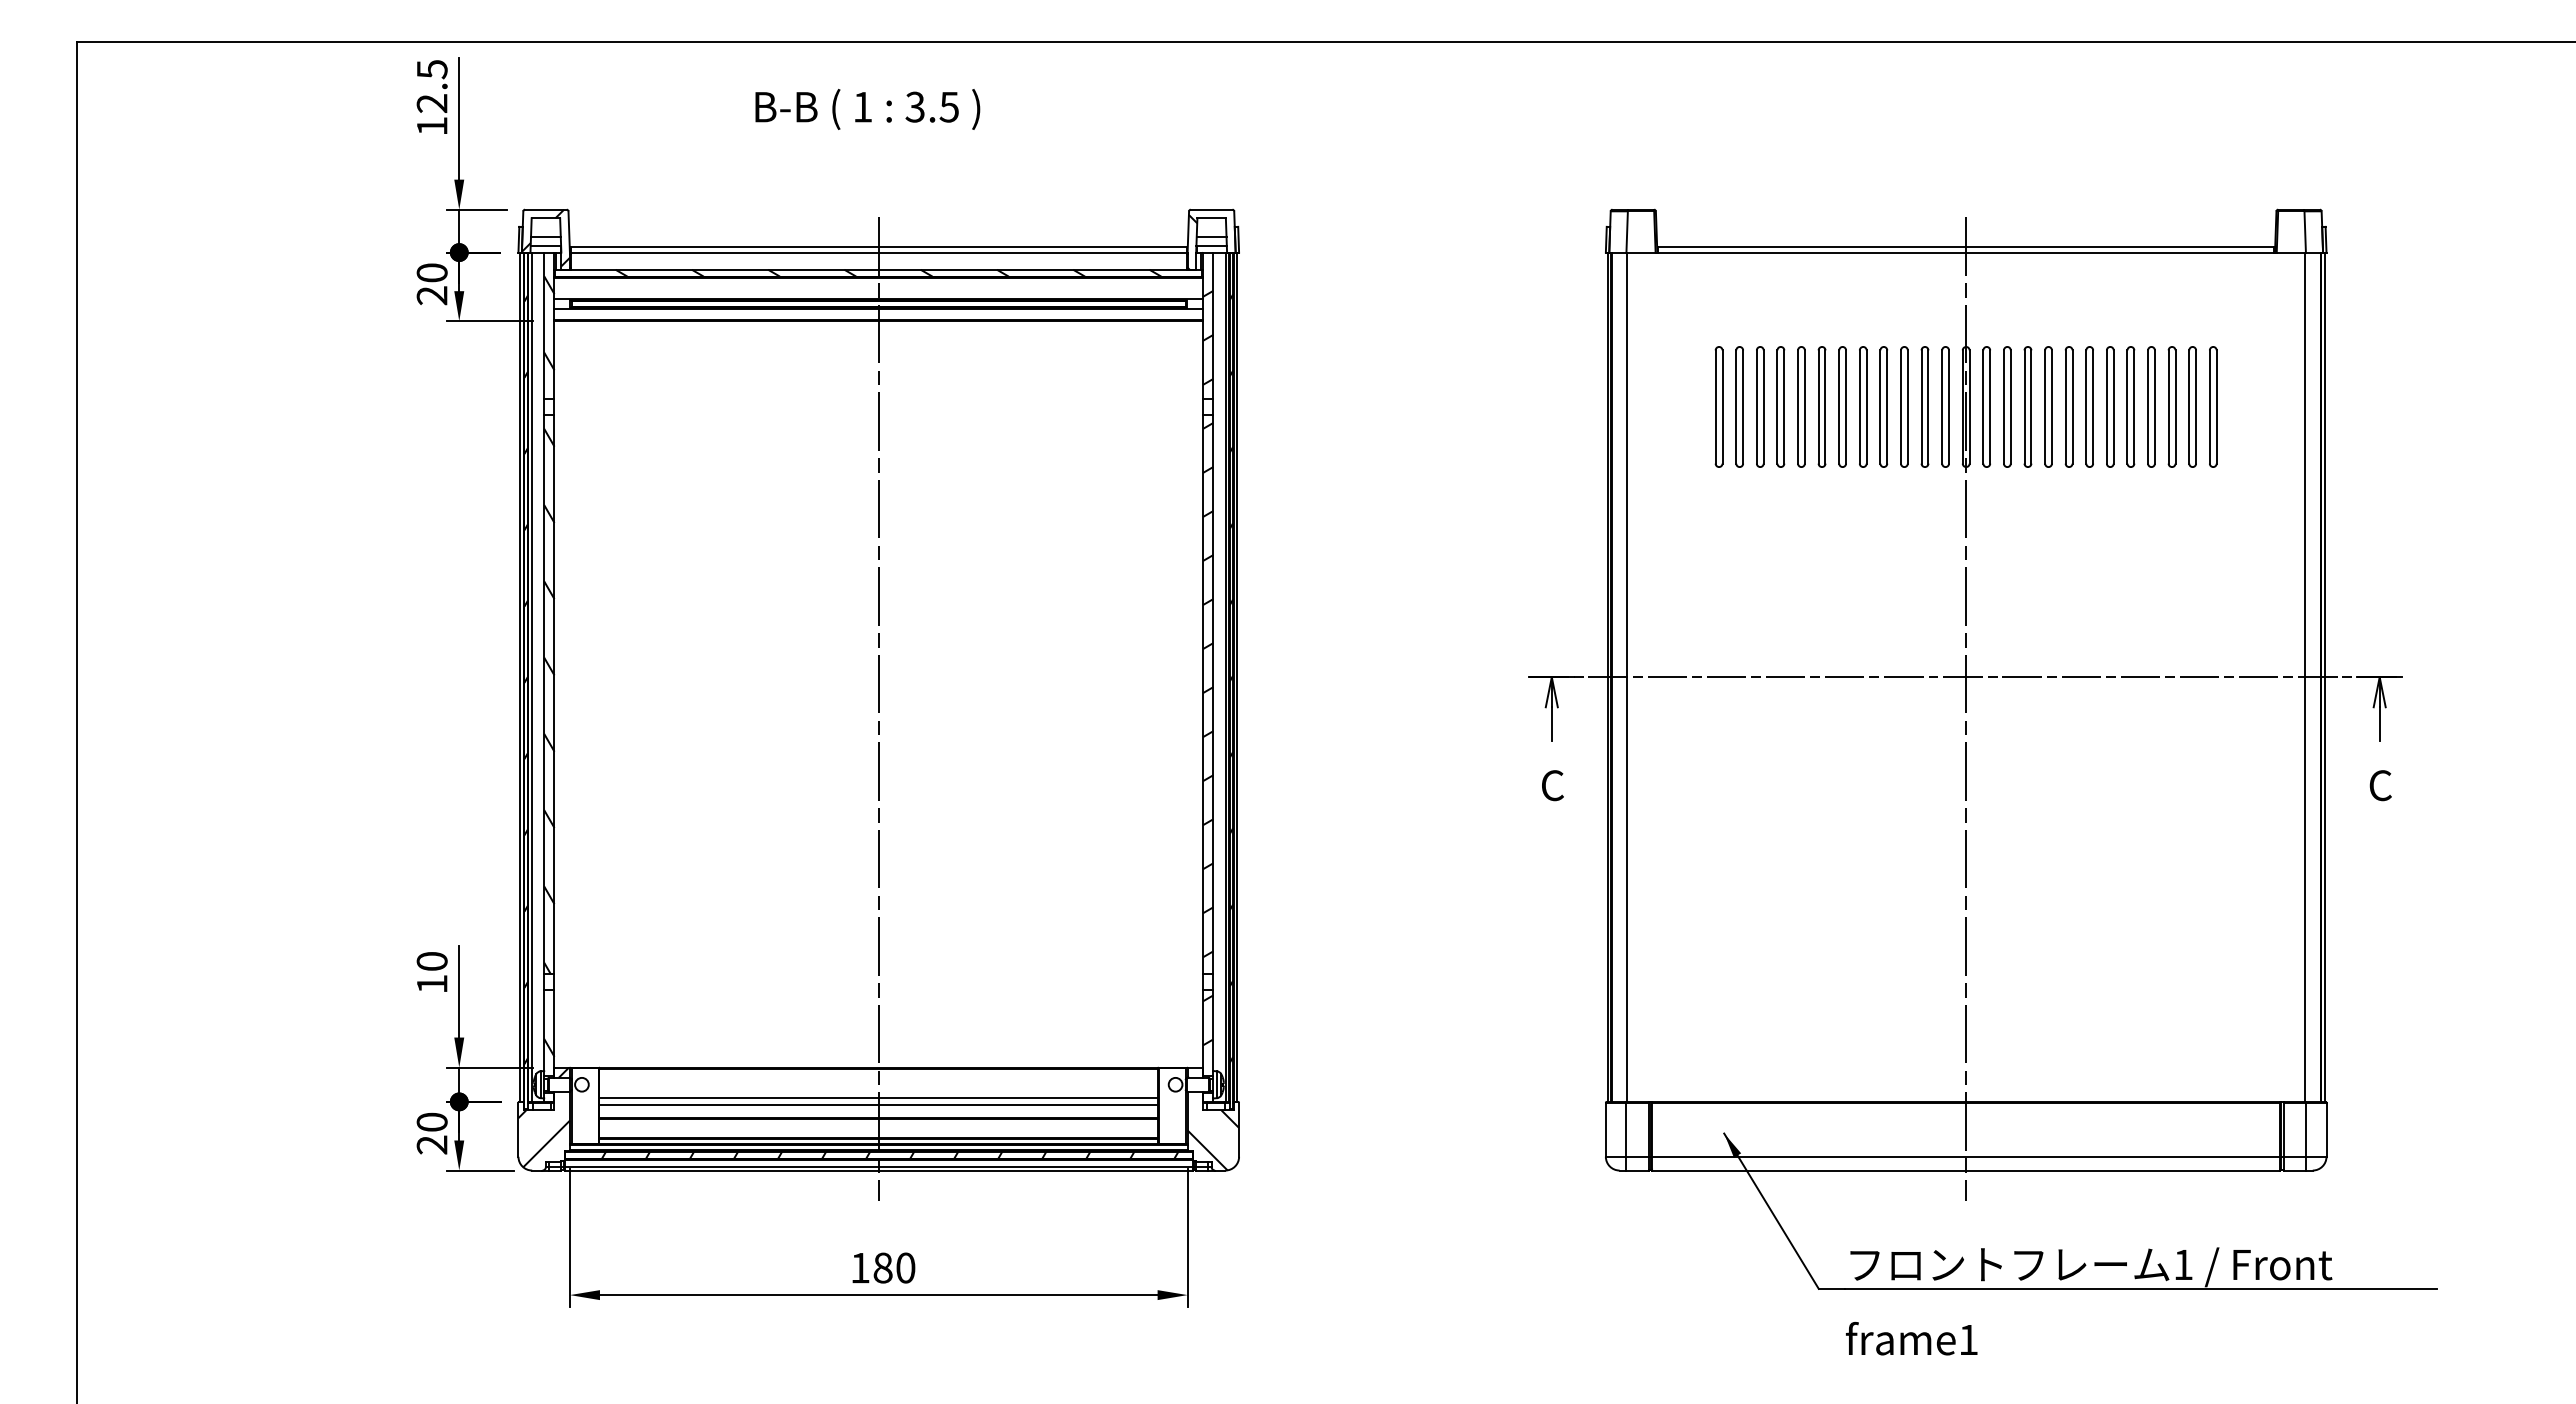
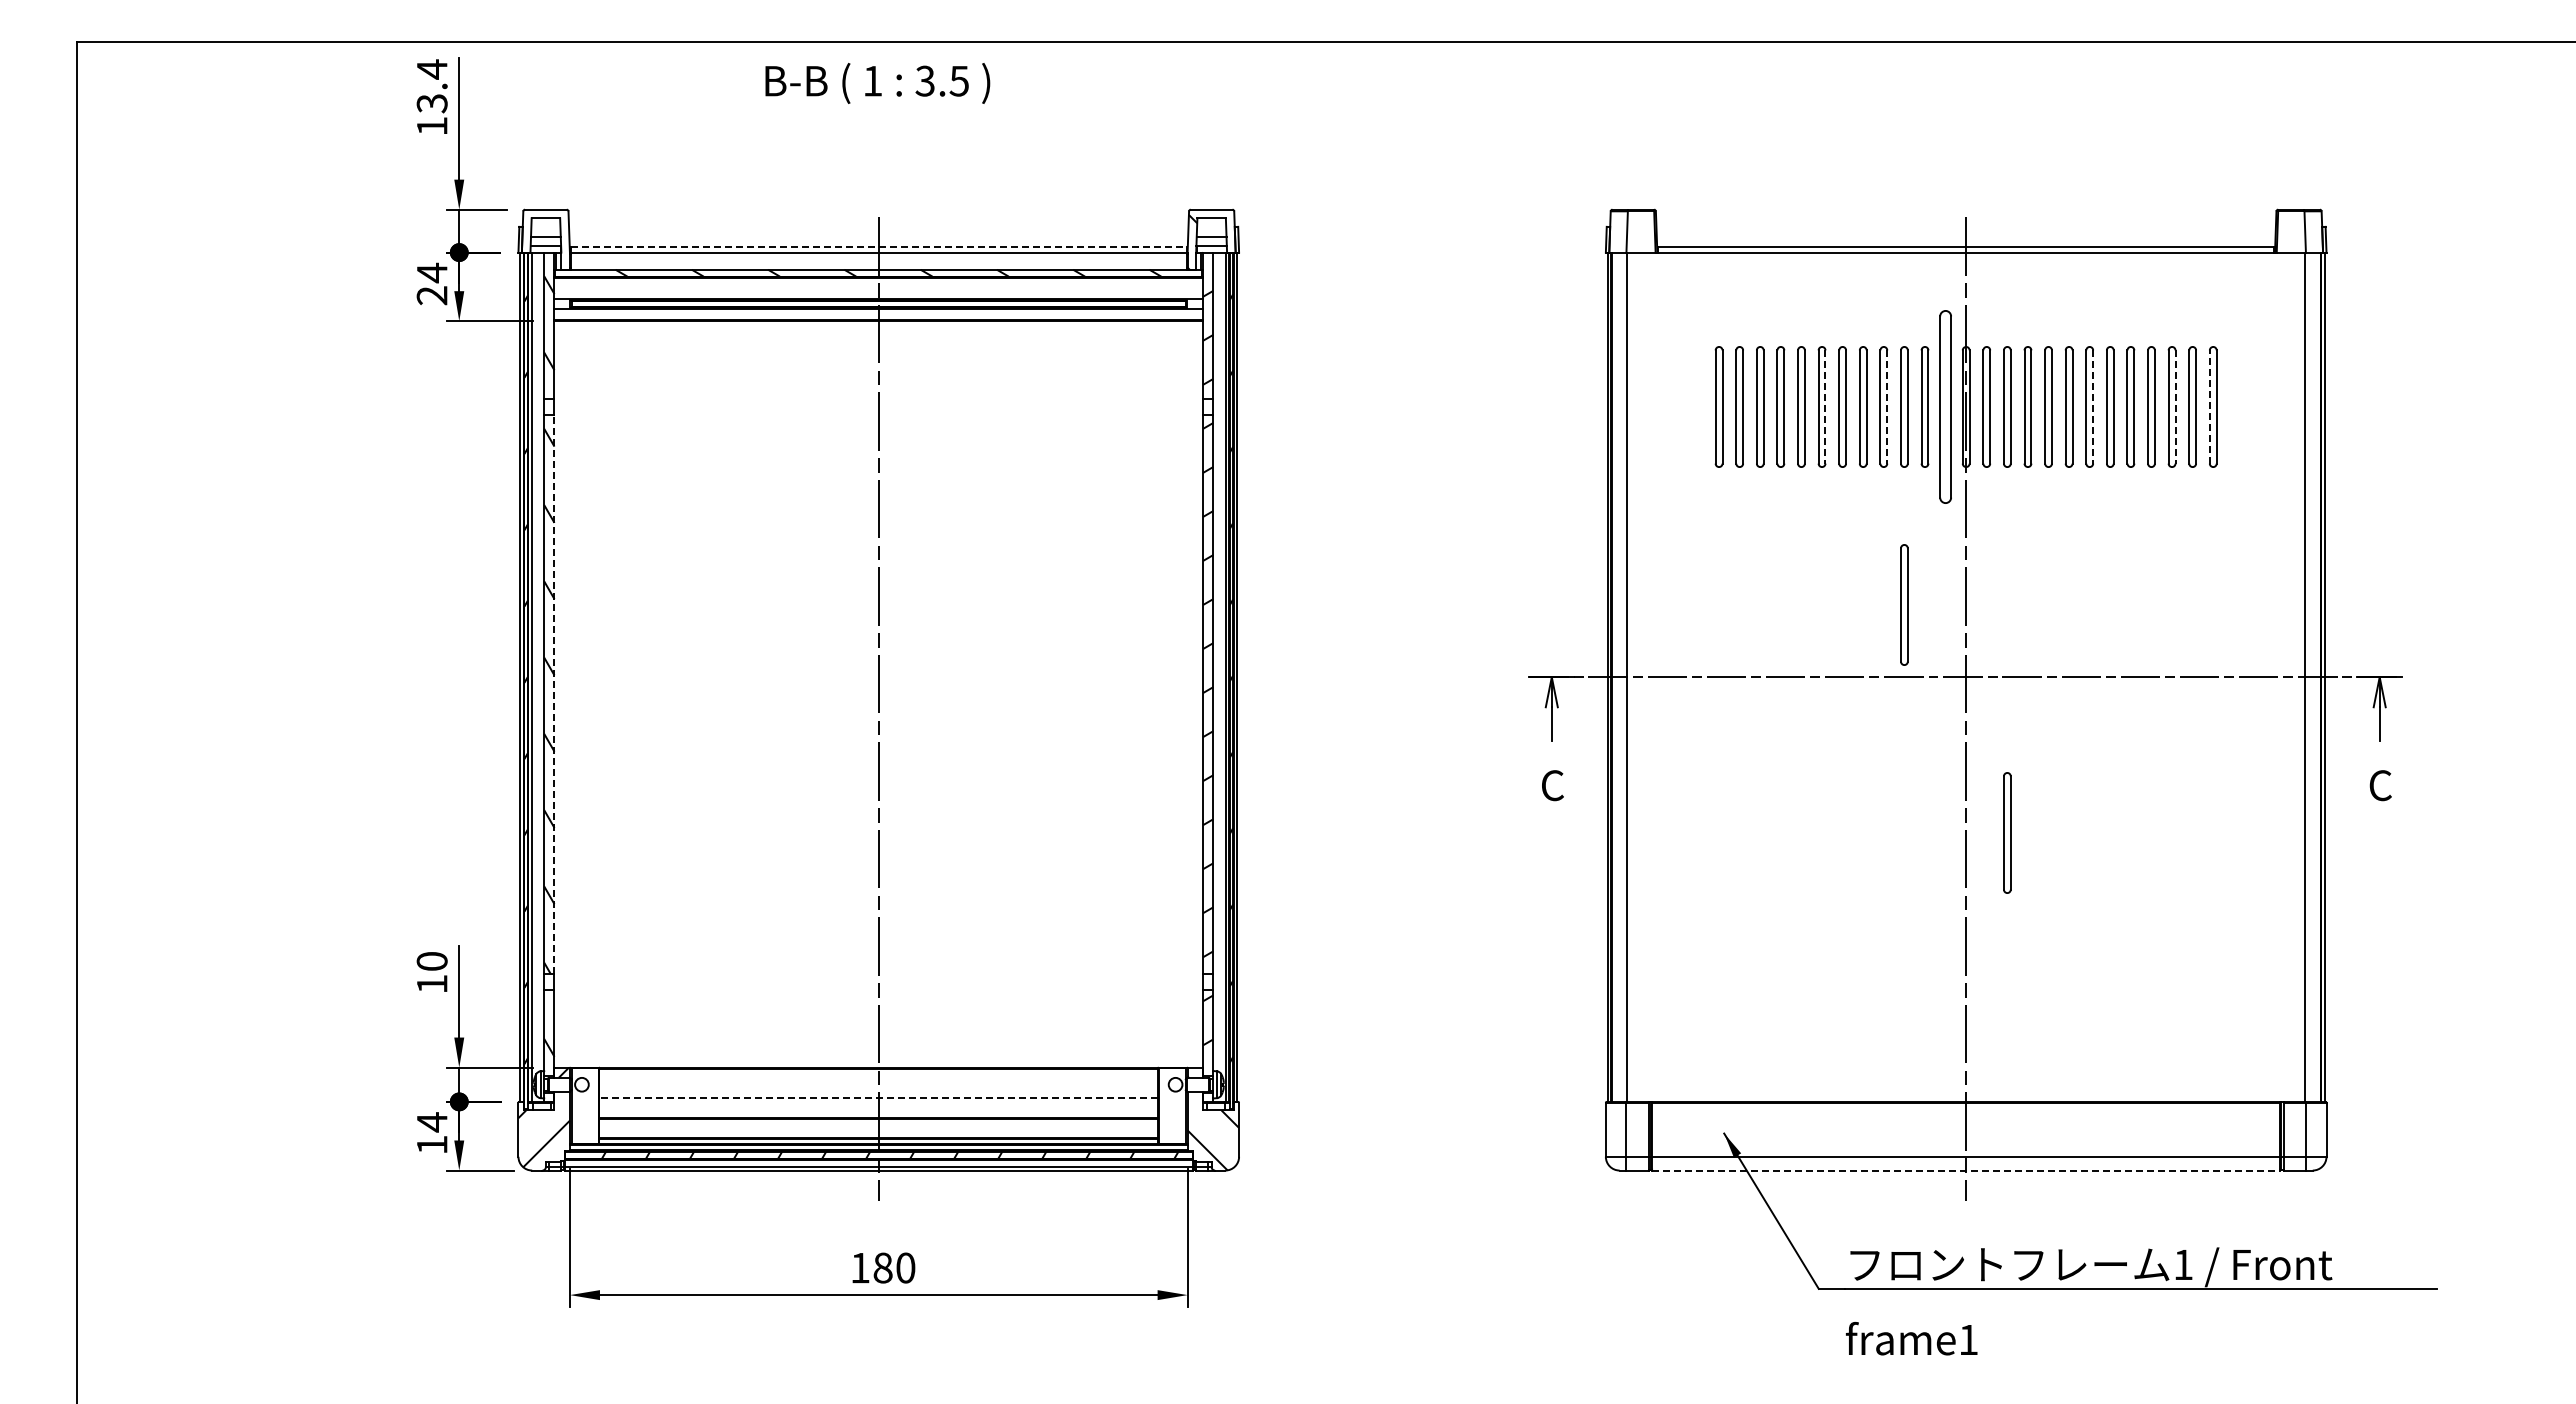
text at (432, 86): 12.5 -> 13.4
text at (867, 109) position: (867, 109) -> (877, 83)
hatch at (545, 237): present -> none
line at (878, 247): solid -> dashed
text at (431, 272): 20 -> 24
part at (1945, 406) size: 9x122 px -> 13x194 px
line at (1825, 407): solid -> dashed
line at (1887, 407): solid -> dashed
line at (2093, 407): solid -> dashed
line at (2175, 407): solid -> dashed
line at (2209, 407): solid -> dashed
part at (1904, 604): none -> present
line at (554, 694): solid -> dashed
part at (2007, 832): none -> present
line at (878, 1098): solid -> dashed
line at (878, 1105): present -> none
text at (431, 1133): 20 -> 14
line at (1966, 1170): solid -> dashed
